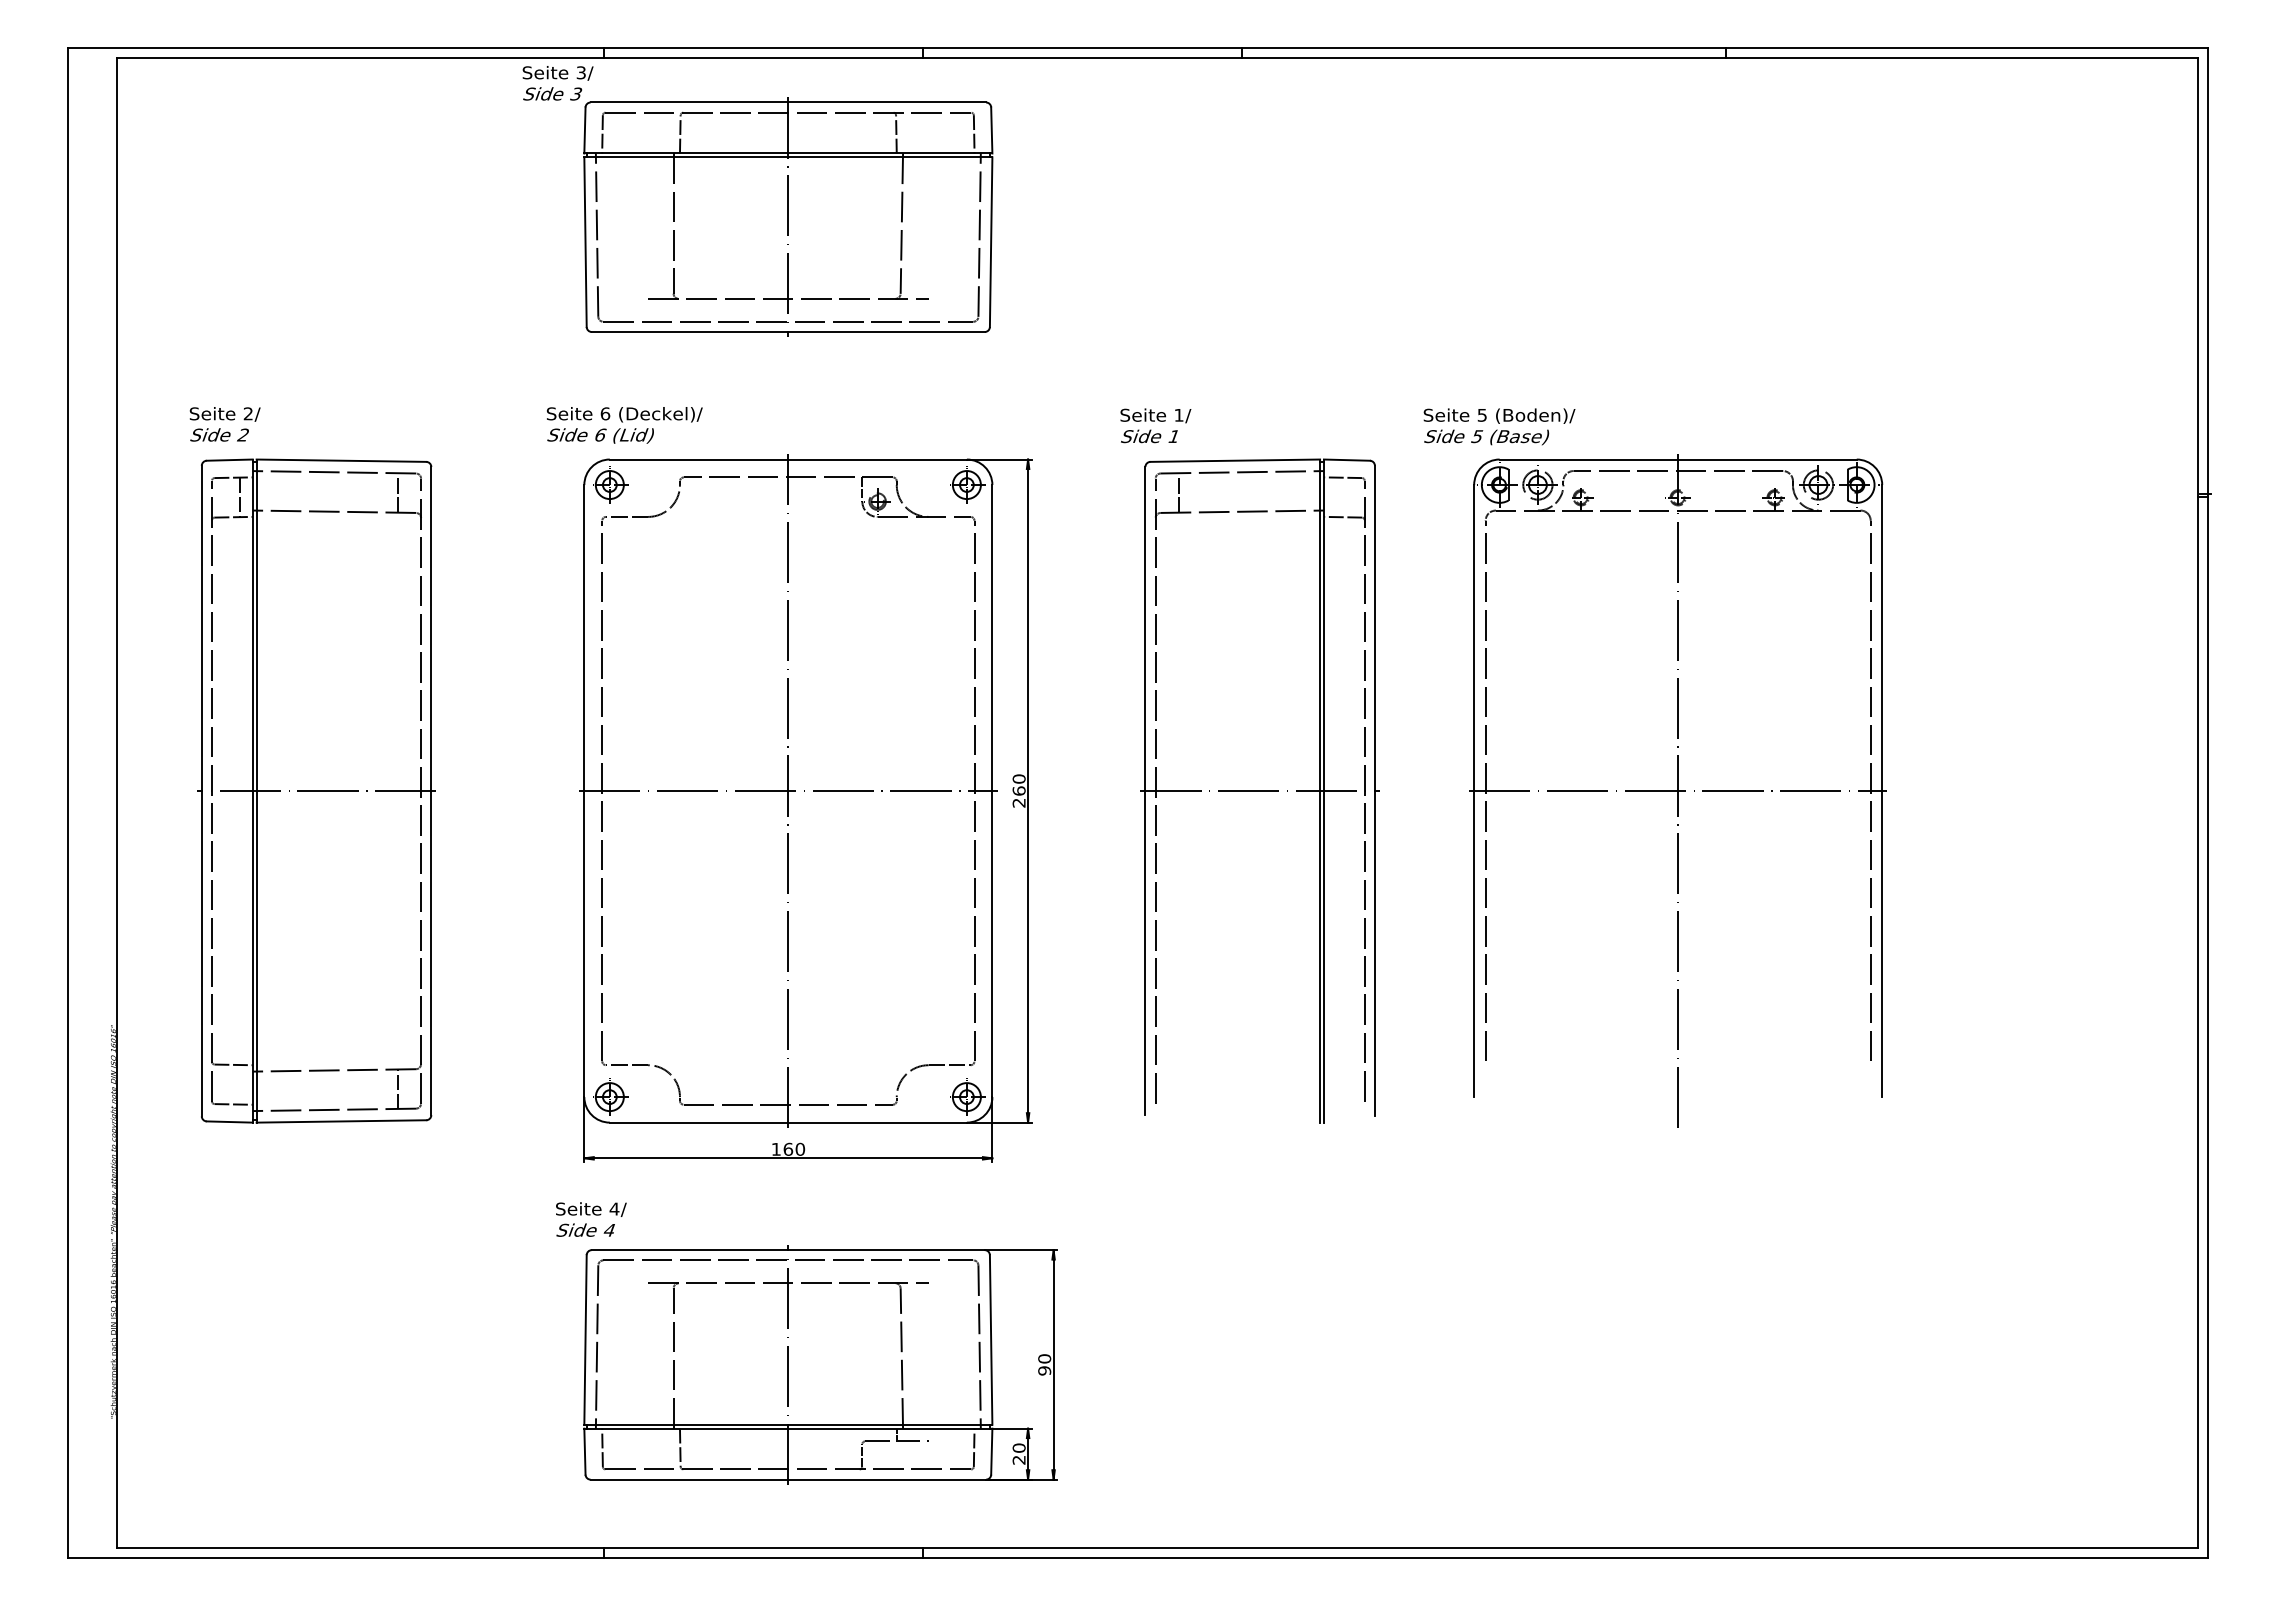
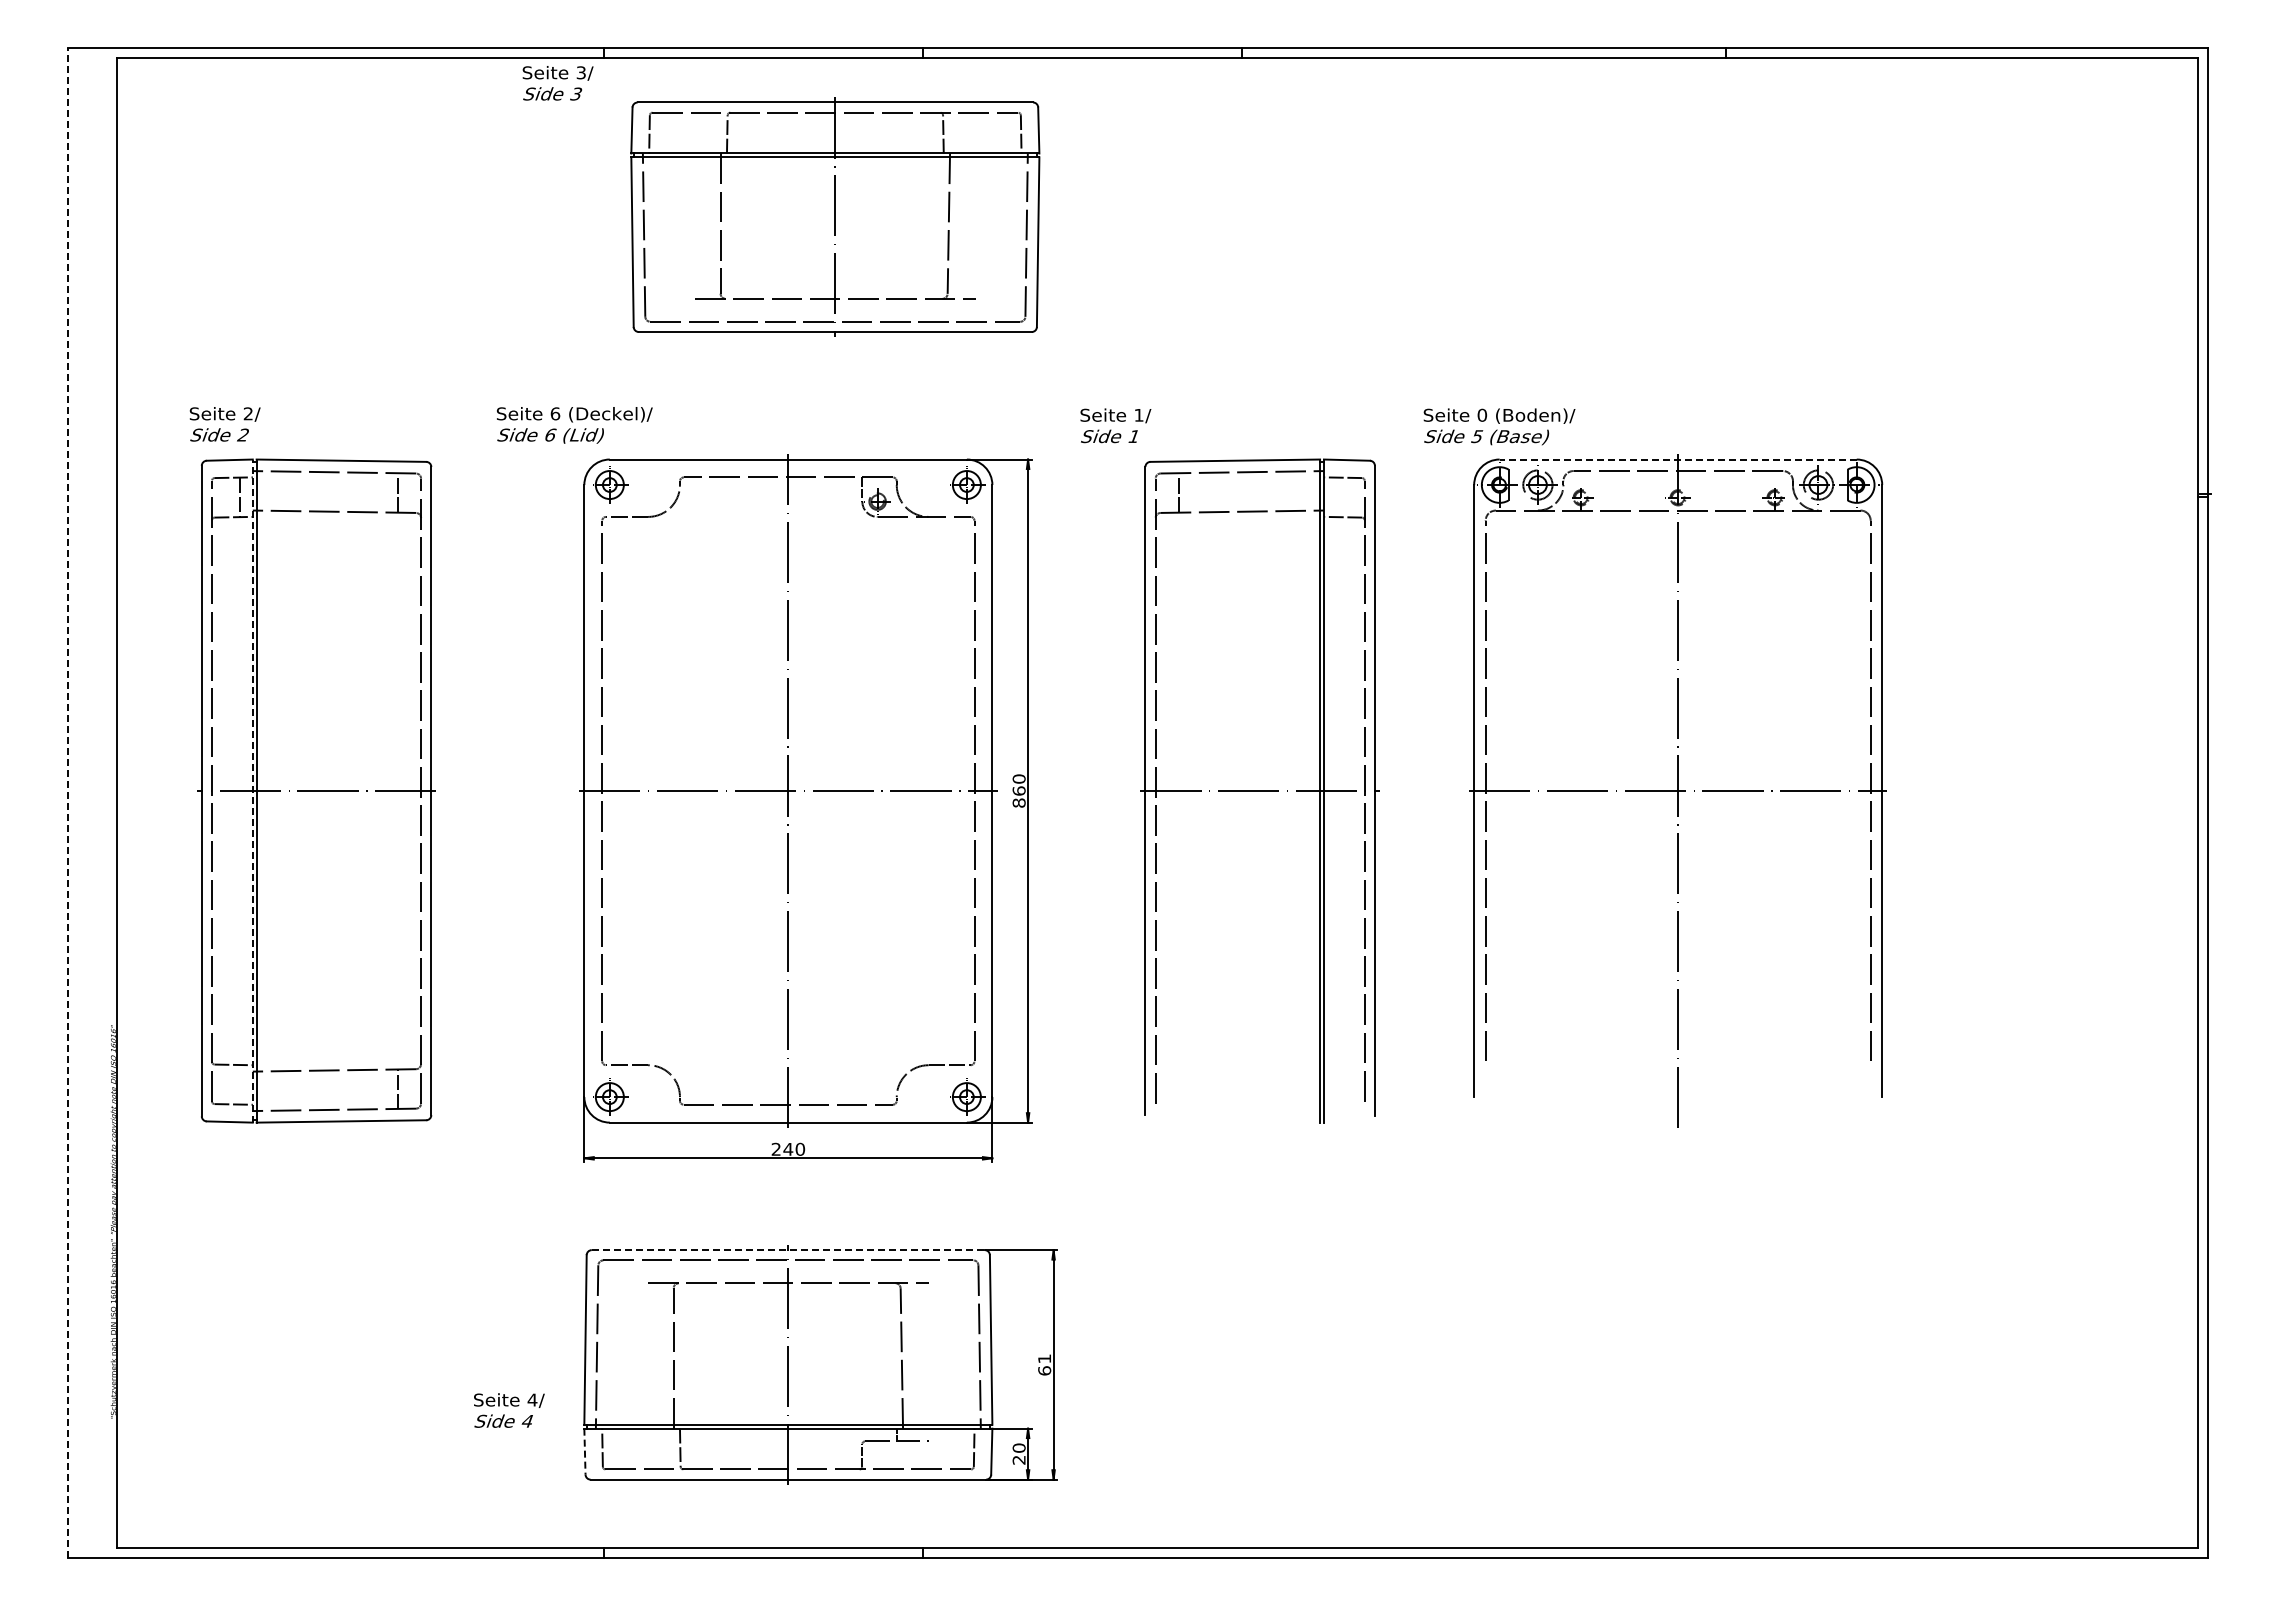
part at (788, 216) position: (788, 216) -> (835, 216)
text at (1482, 414): 5 -> 0
text at (624, 425) position: (624, 425) -> (574, 425)
text at (1155, 425) position: (1155, 425) -> (1115, 425)
line at (1678, 459): solid -> dashed
line at (252, 791): solid -> dashed
text at (1018, 802): 260 -> 860
line at (68, 803): solid -> dashed
text at (782, 1148): 160 -> 240
text at (591, 1219) position: (591, 1219) -> (509, 1410)
line at (788, 1250): solid -> dashed
text at (1044, 1364): 90 -> 61
line at (584, 1452): solid -> dashed
